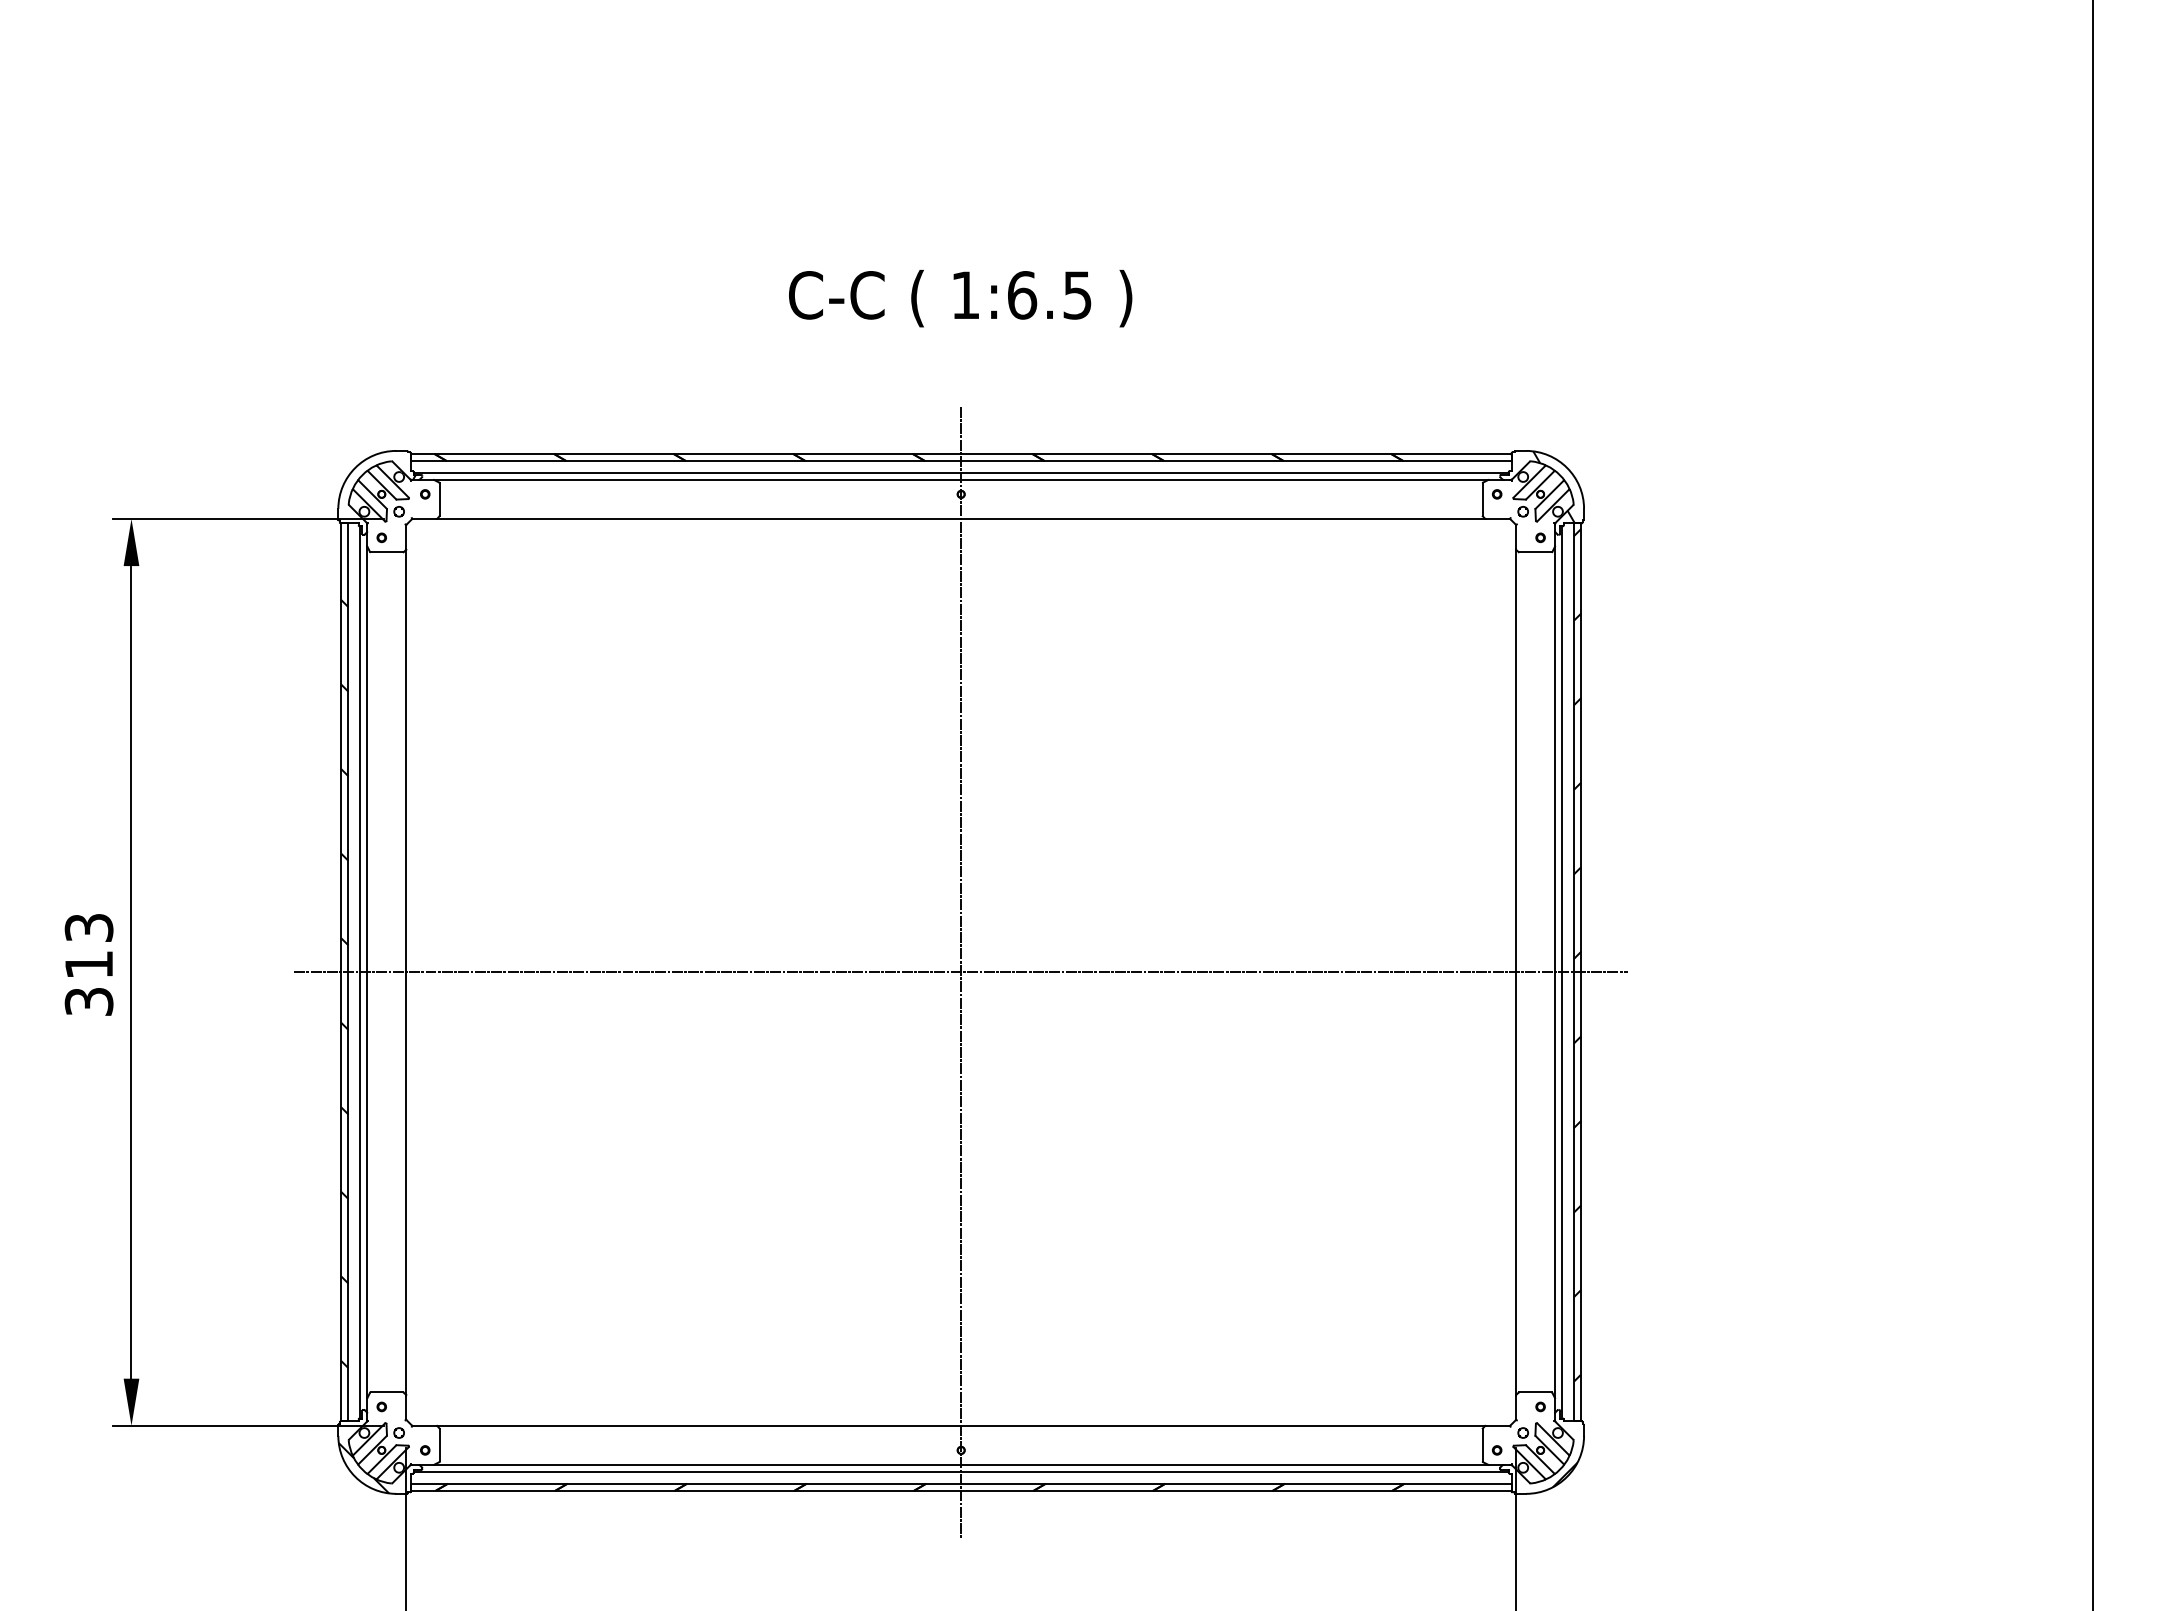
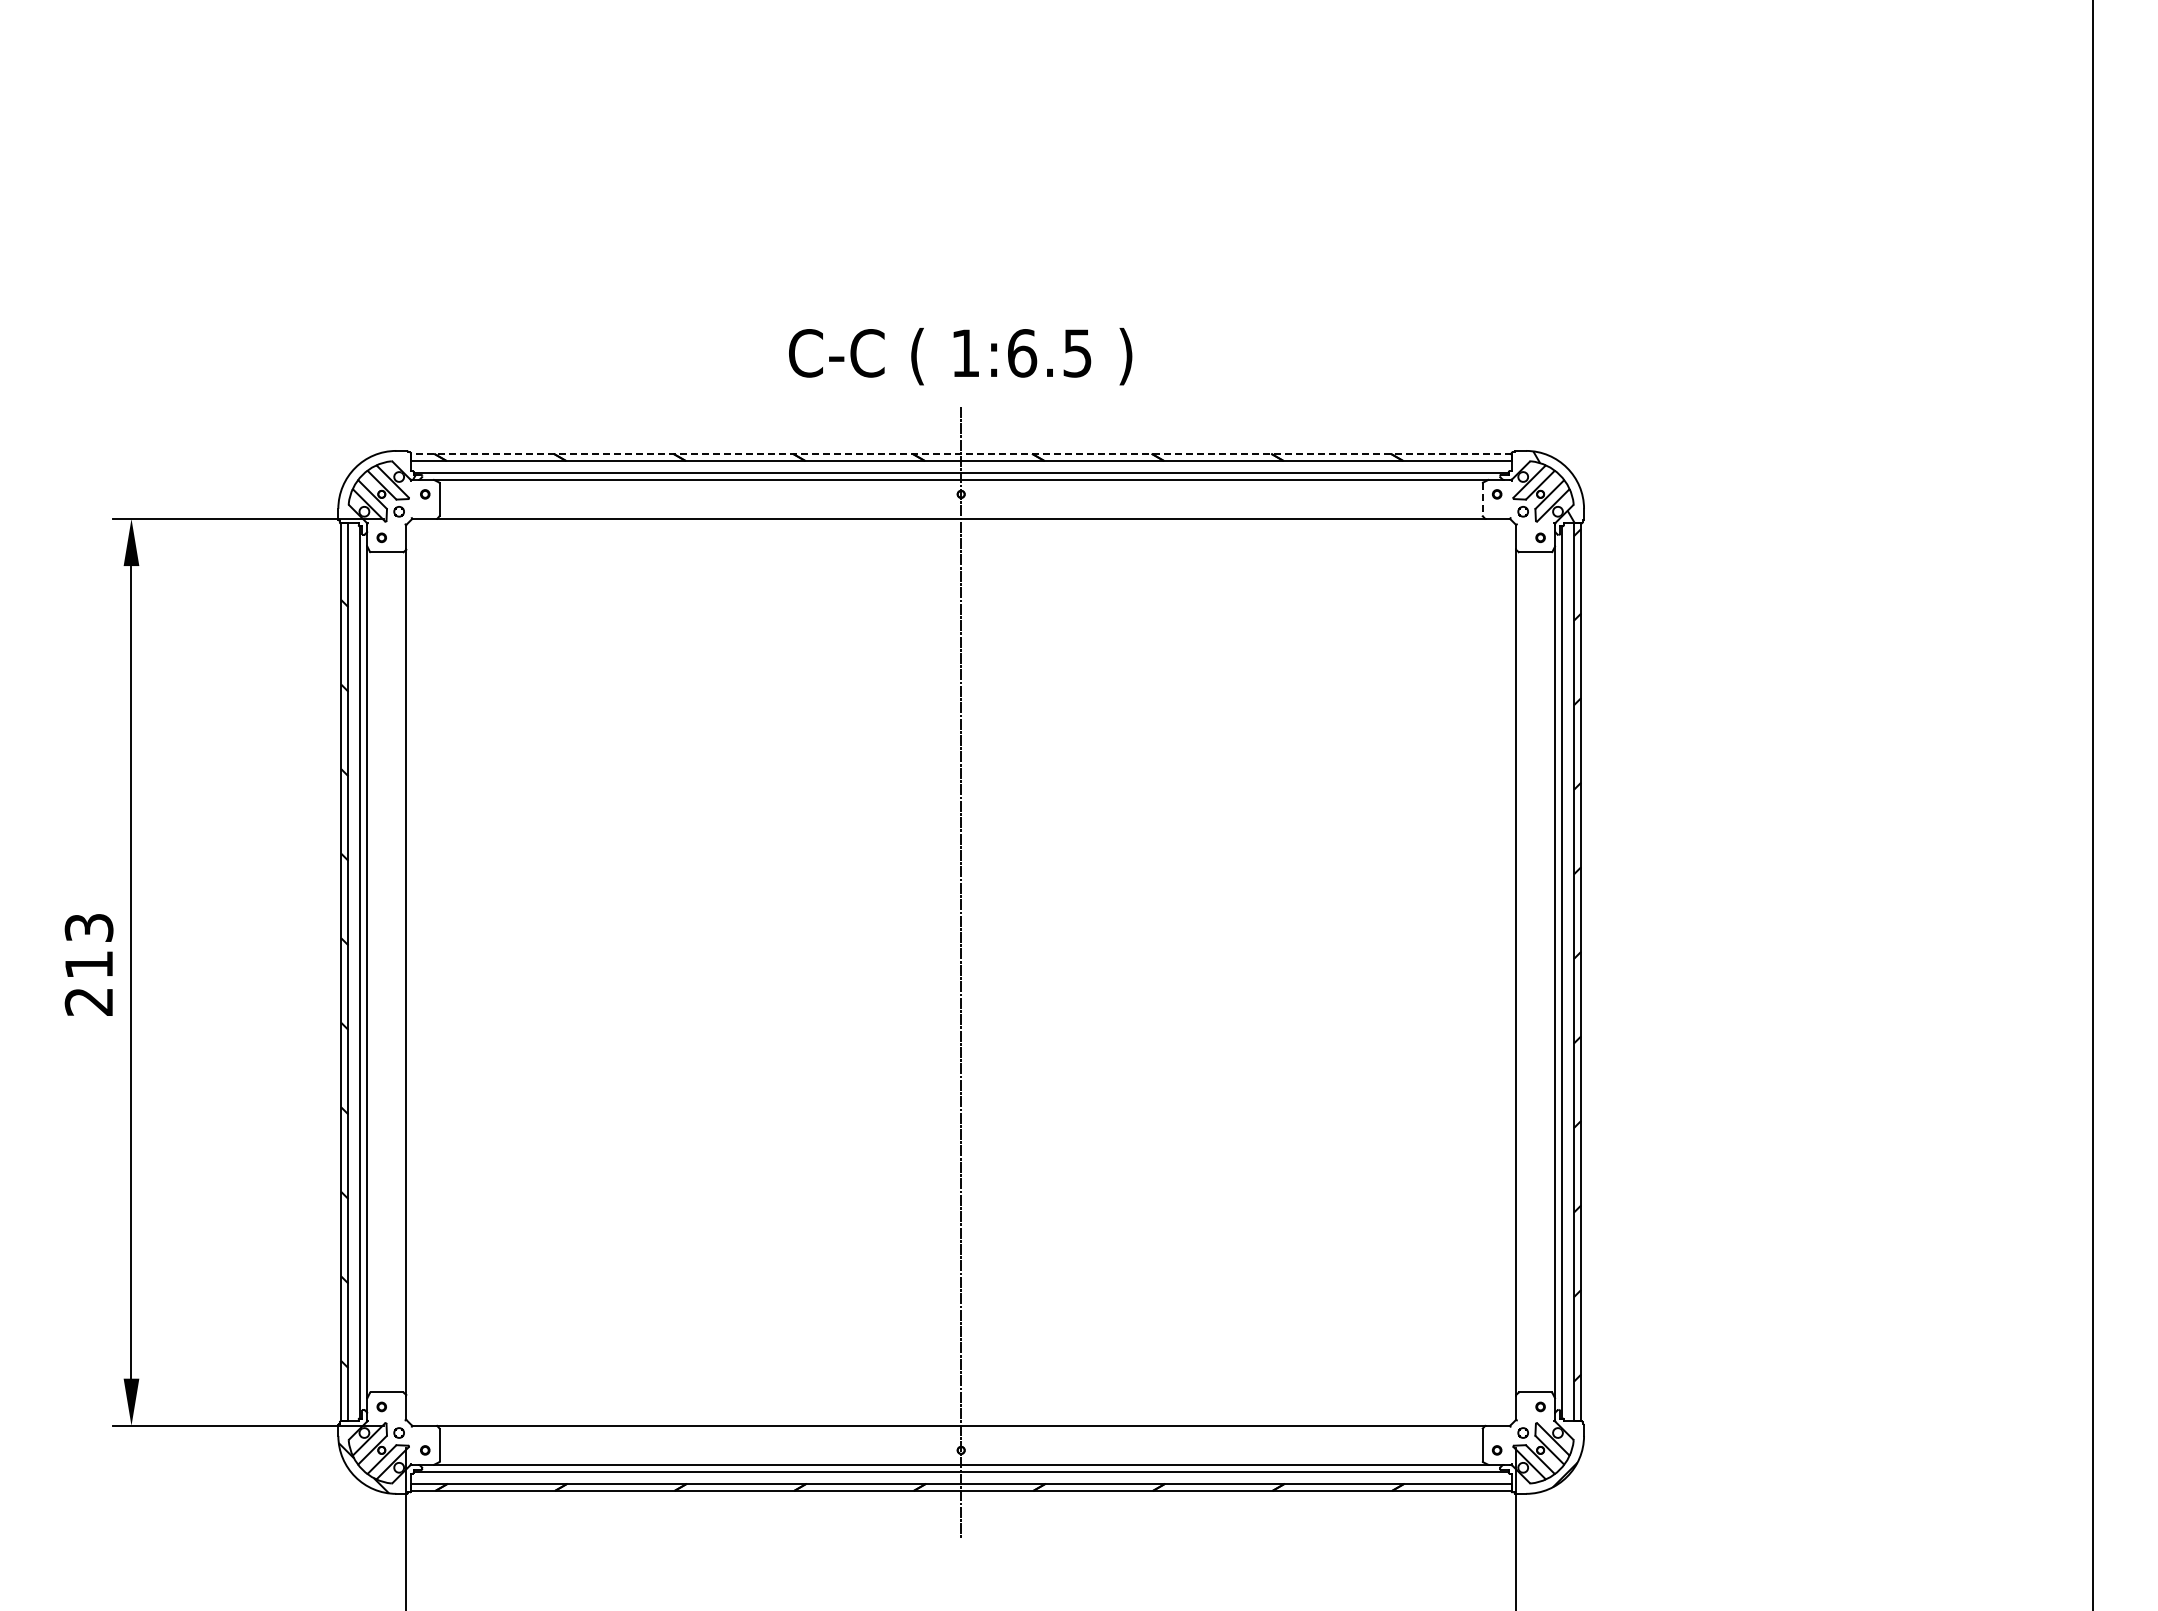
text at (960, 298) position: (960, 298) -> (960, 356)
line at (960, 453): solid -> dashed
line at (1482, 500): solid -> dashed
line at (961, 972): present -> none
text at (89, 1001): 313 -> 213
